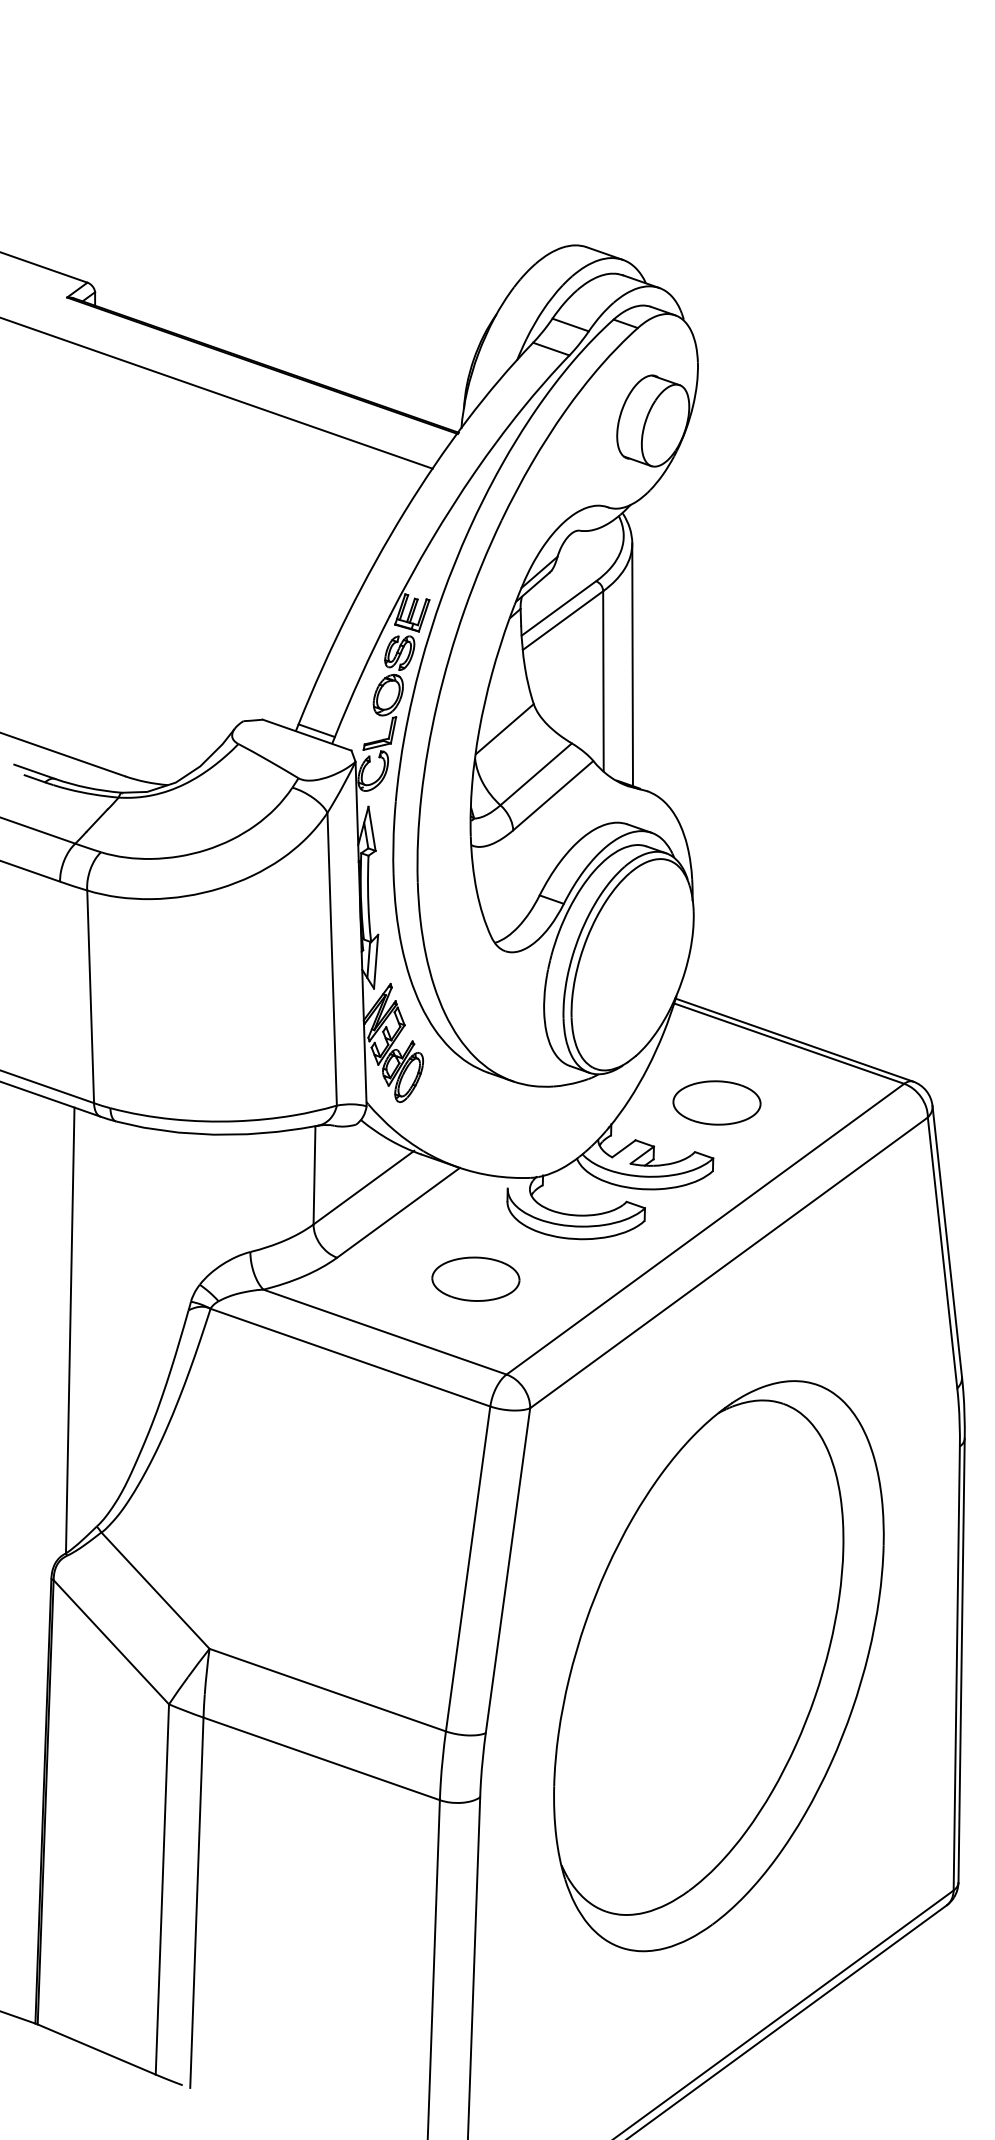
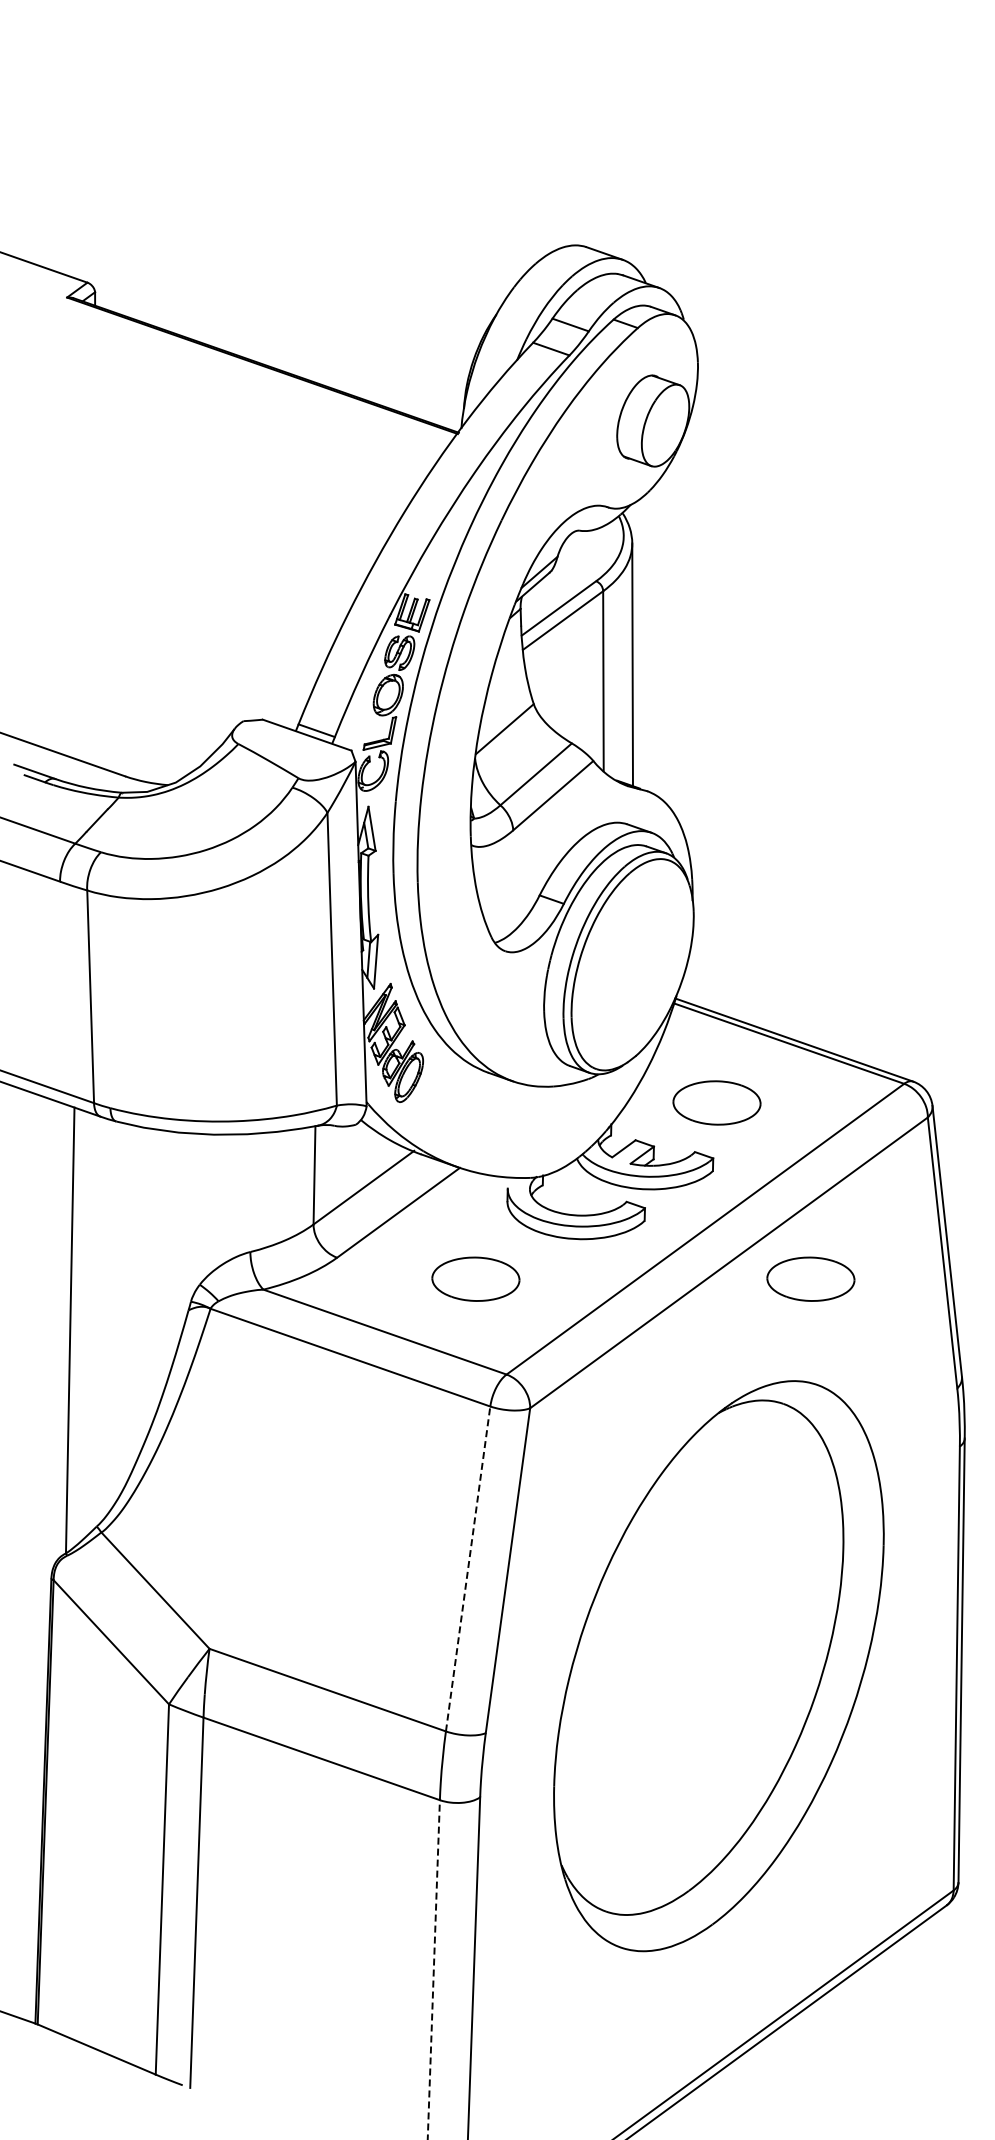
line at (217, 393): present -> none
part at (810, 1278): none -> present
line at (468, 1568): solid -> dashed
line at (433, 1969): solid -> dashed
